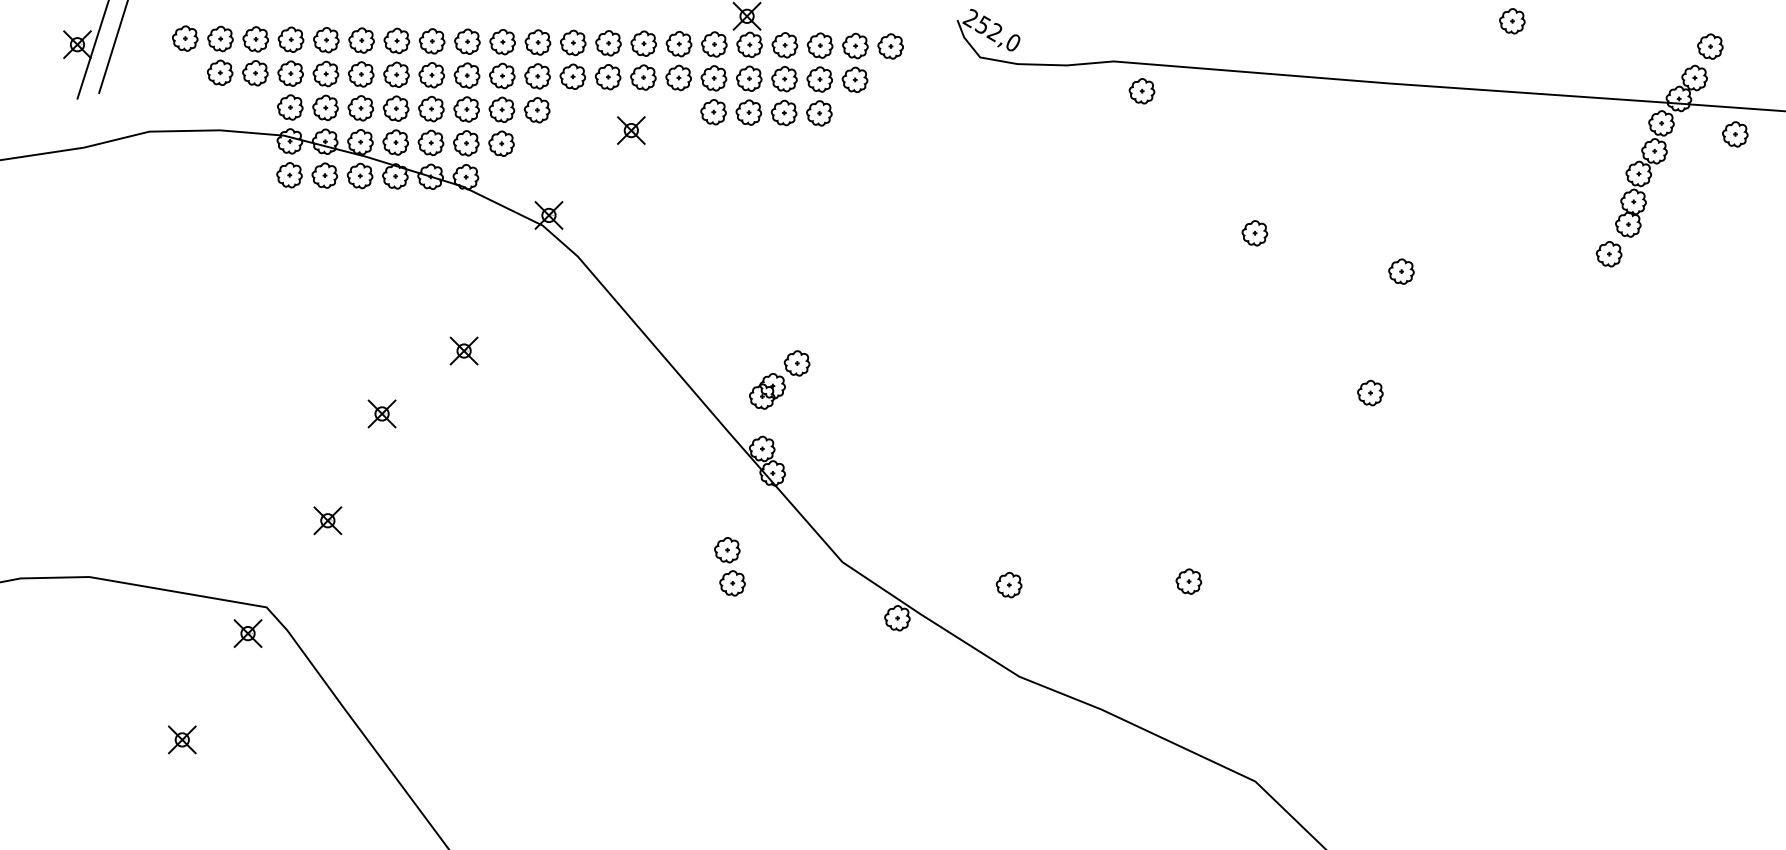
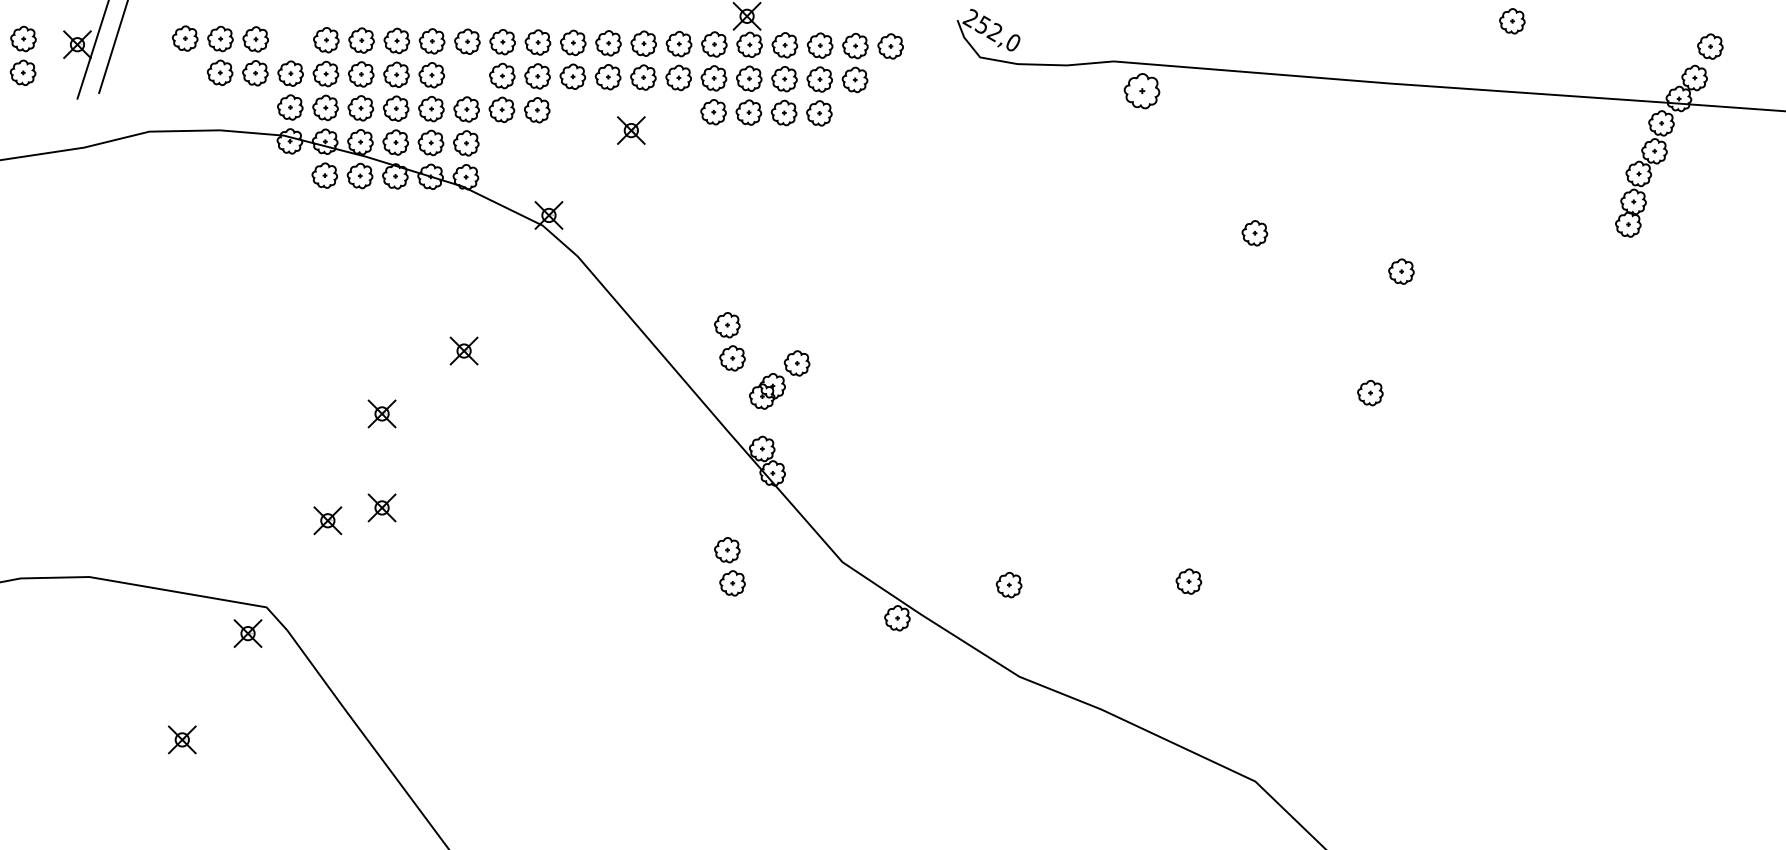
part at (290, 39): present -> none
part at (22, 55): none -> present
part at (466, 75): present -> none
part at (1141, 91) size: 28x27 px -> 38x37 px
part at (1735, 134): present -> none
part at (501, 143): present -> none
part at (289, 175): present -> none
part at (1608, 254): present -> none
part at (729, 341): none -> present
part at (381, 507): none -> present
